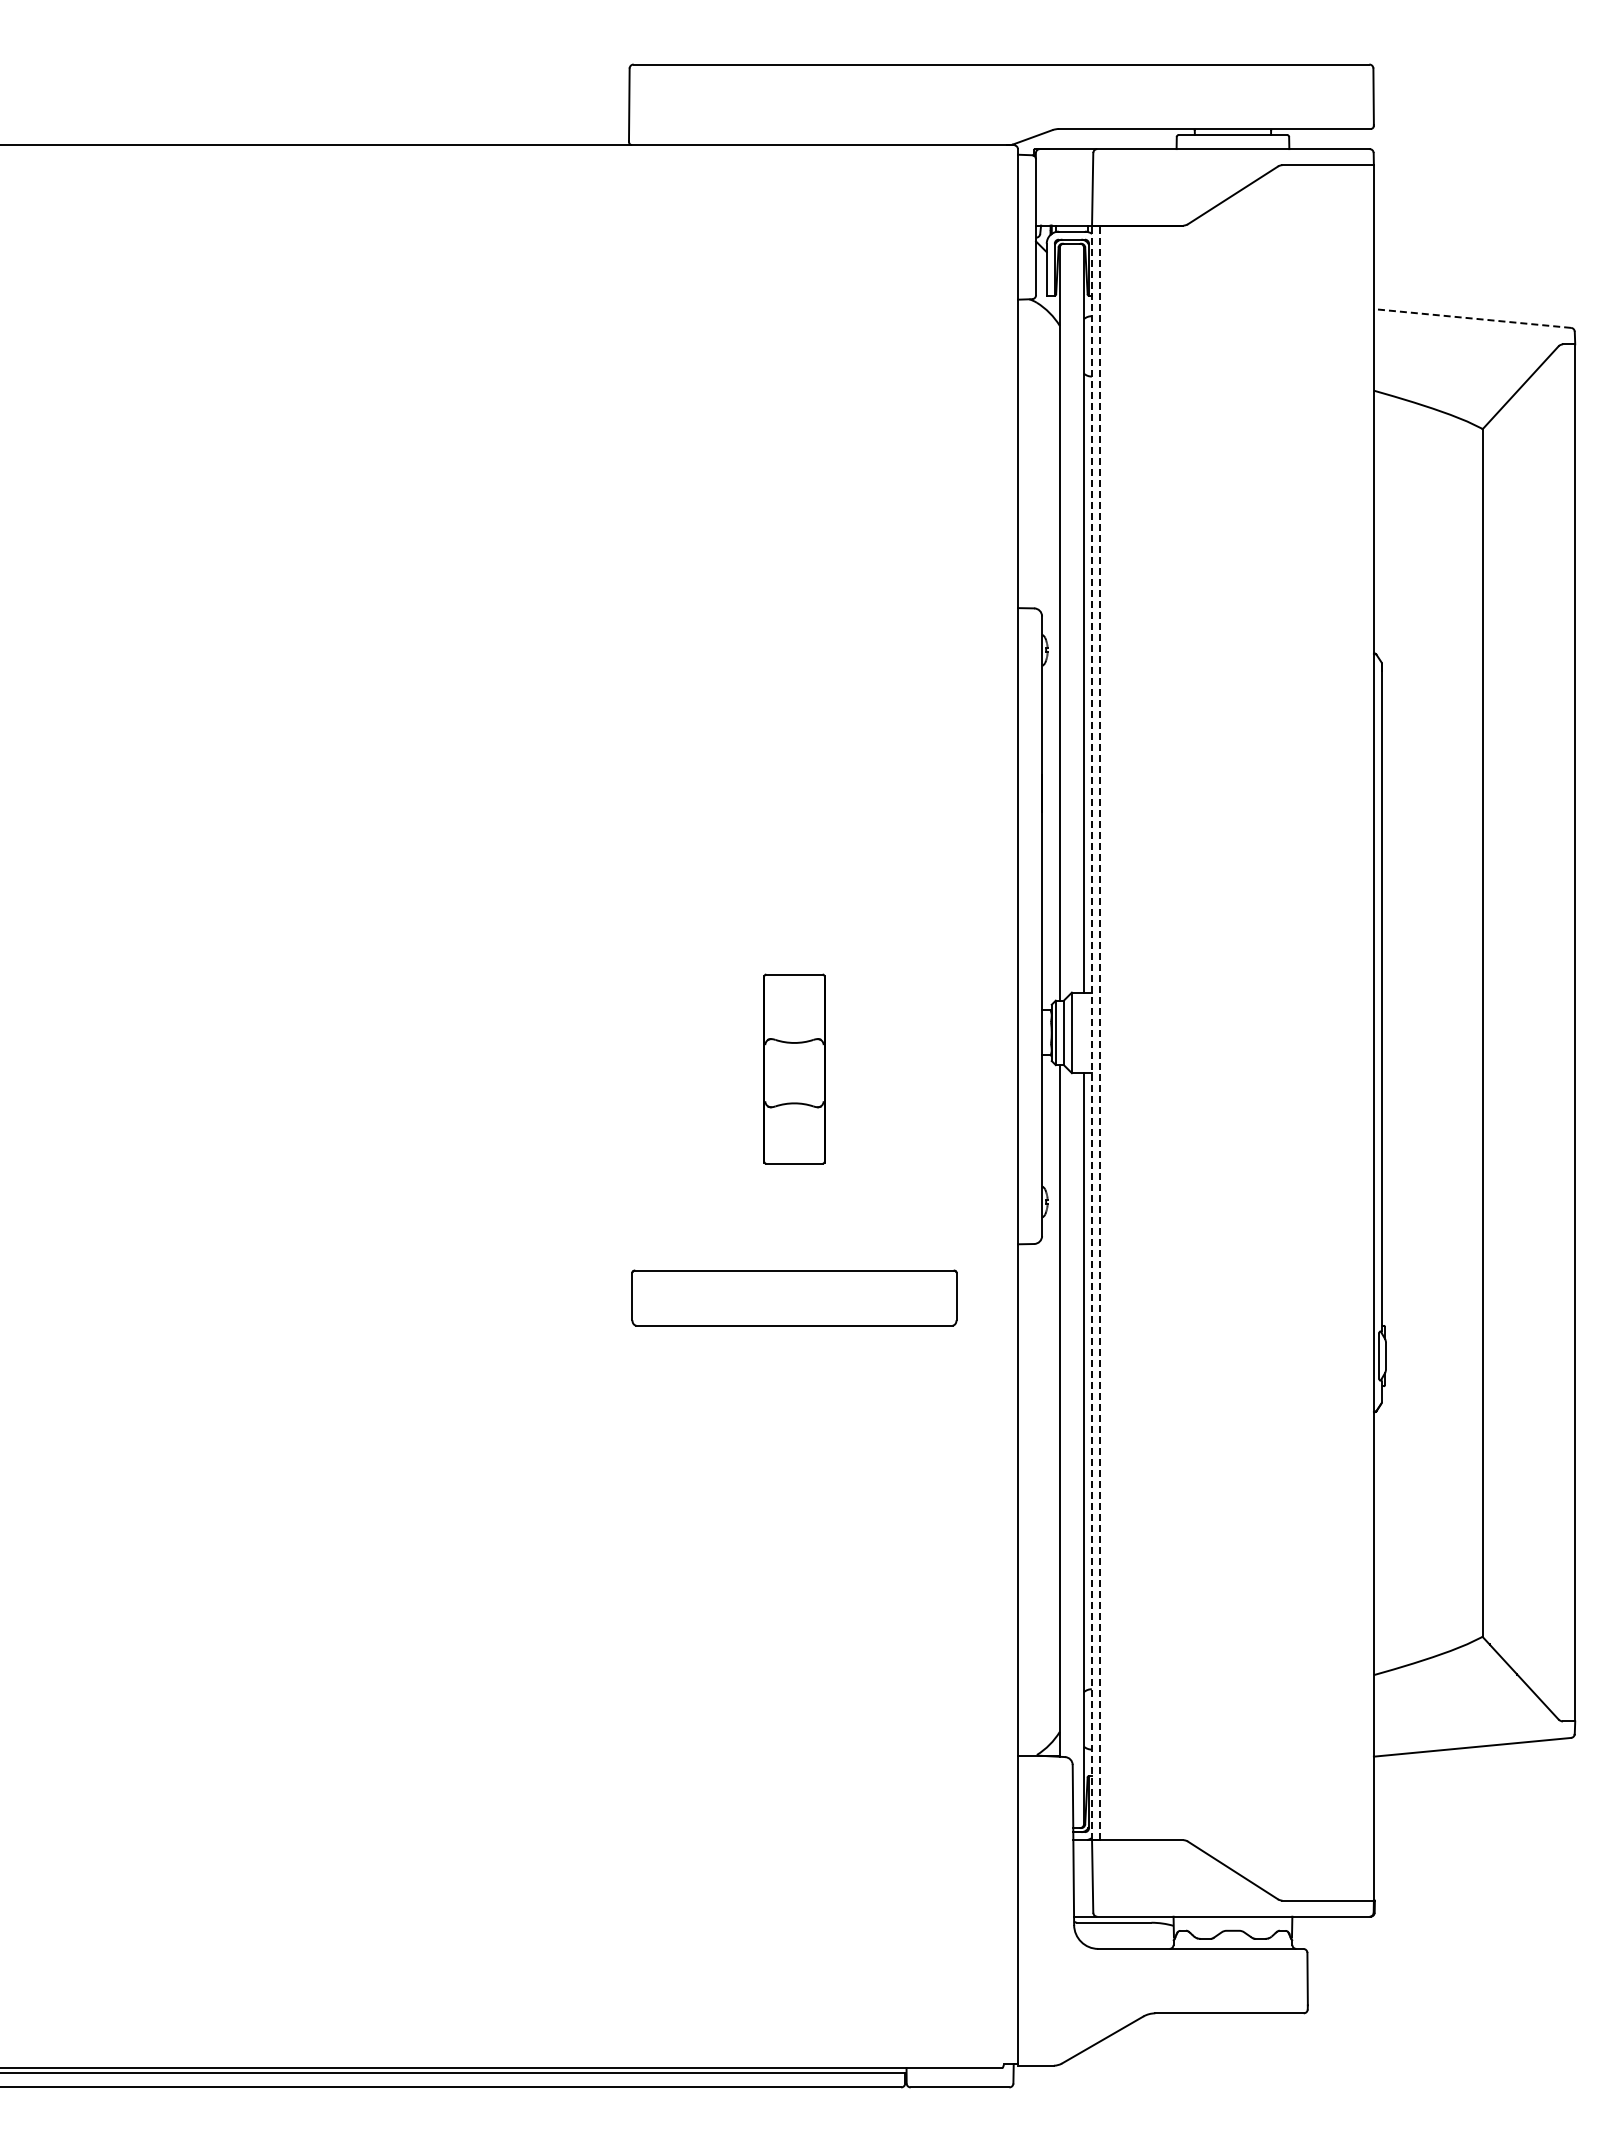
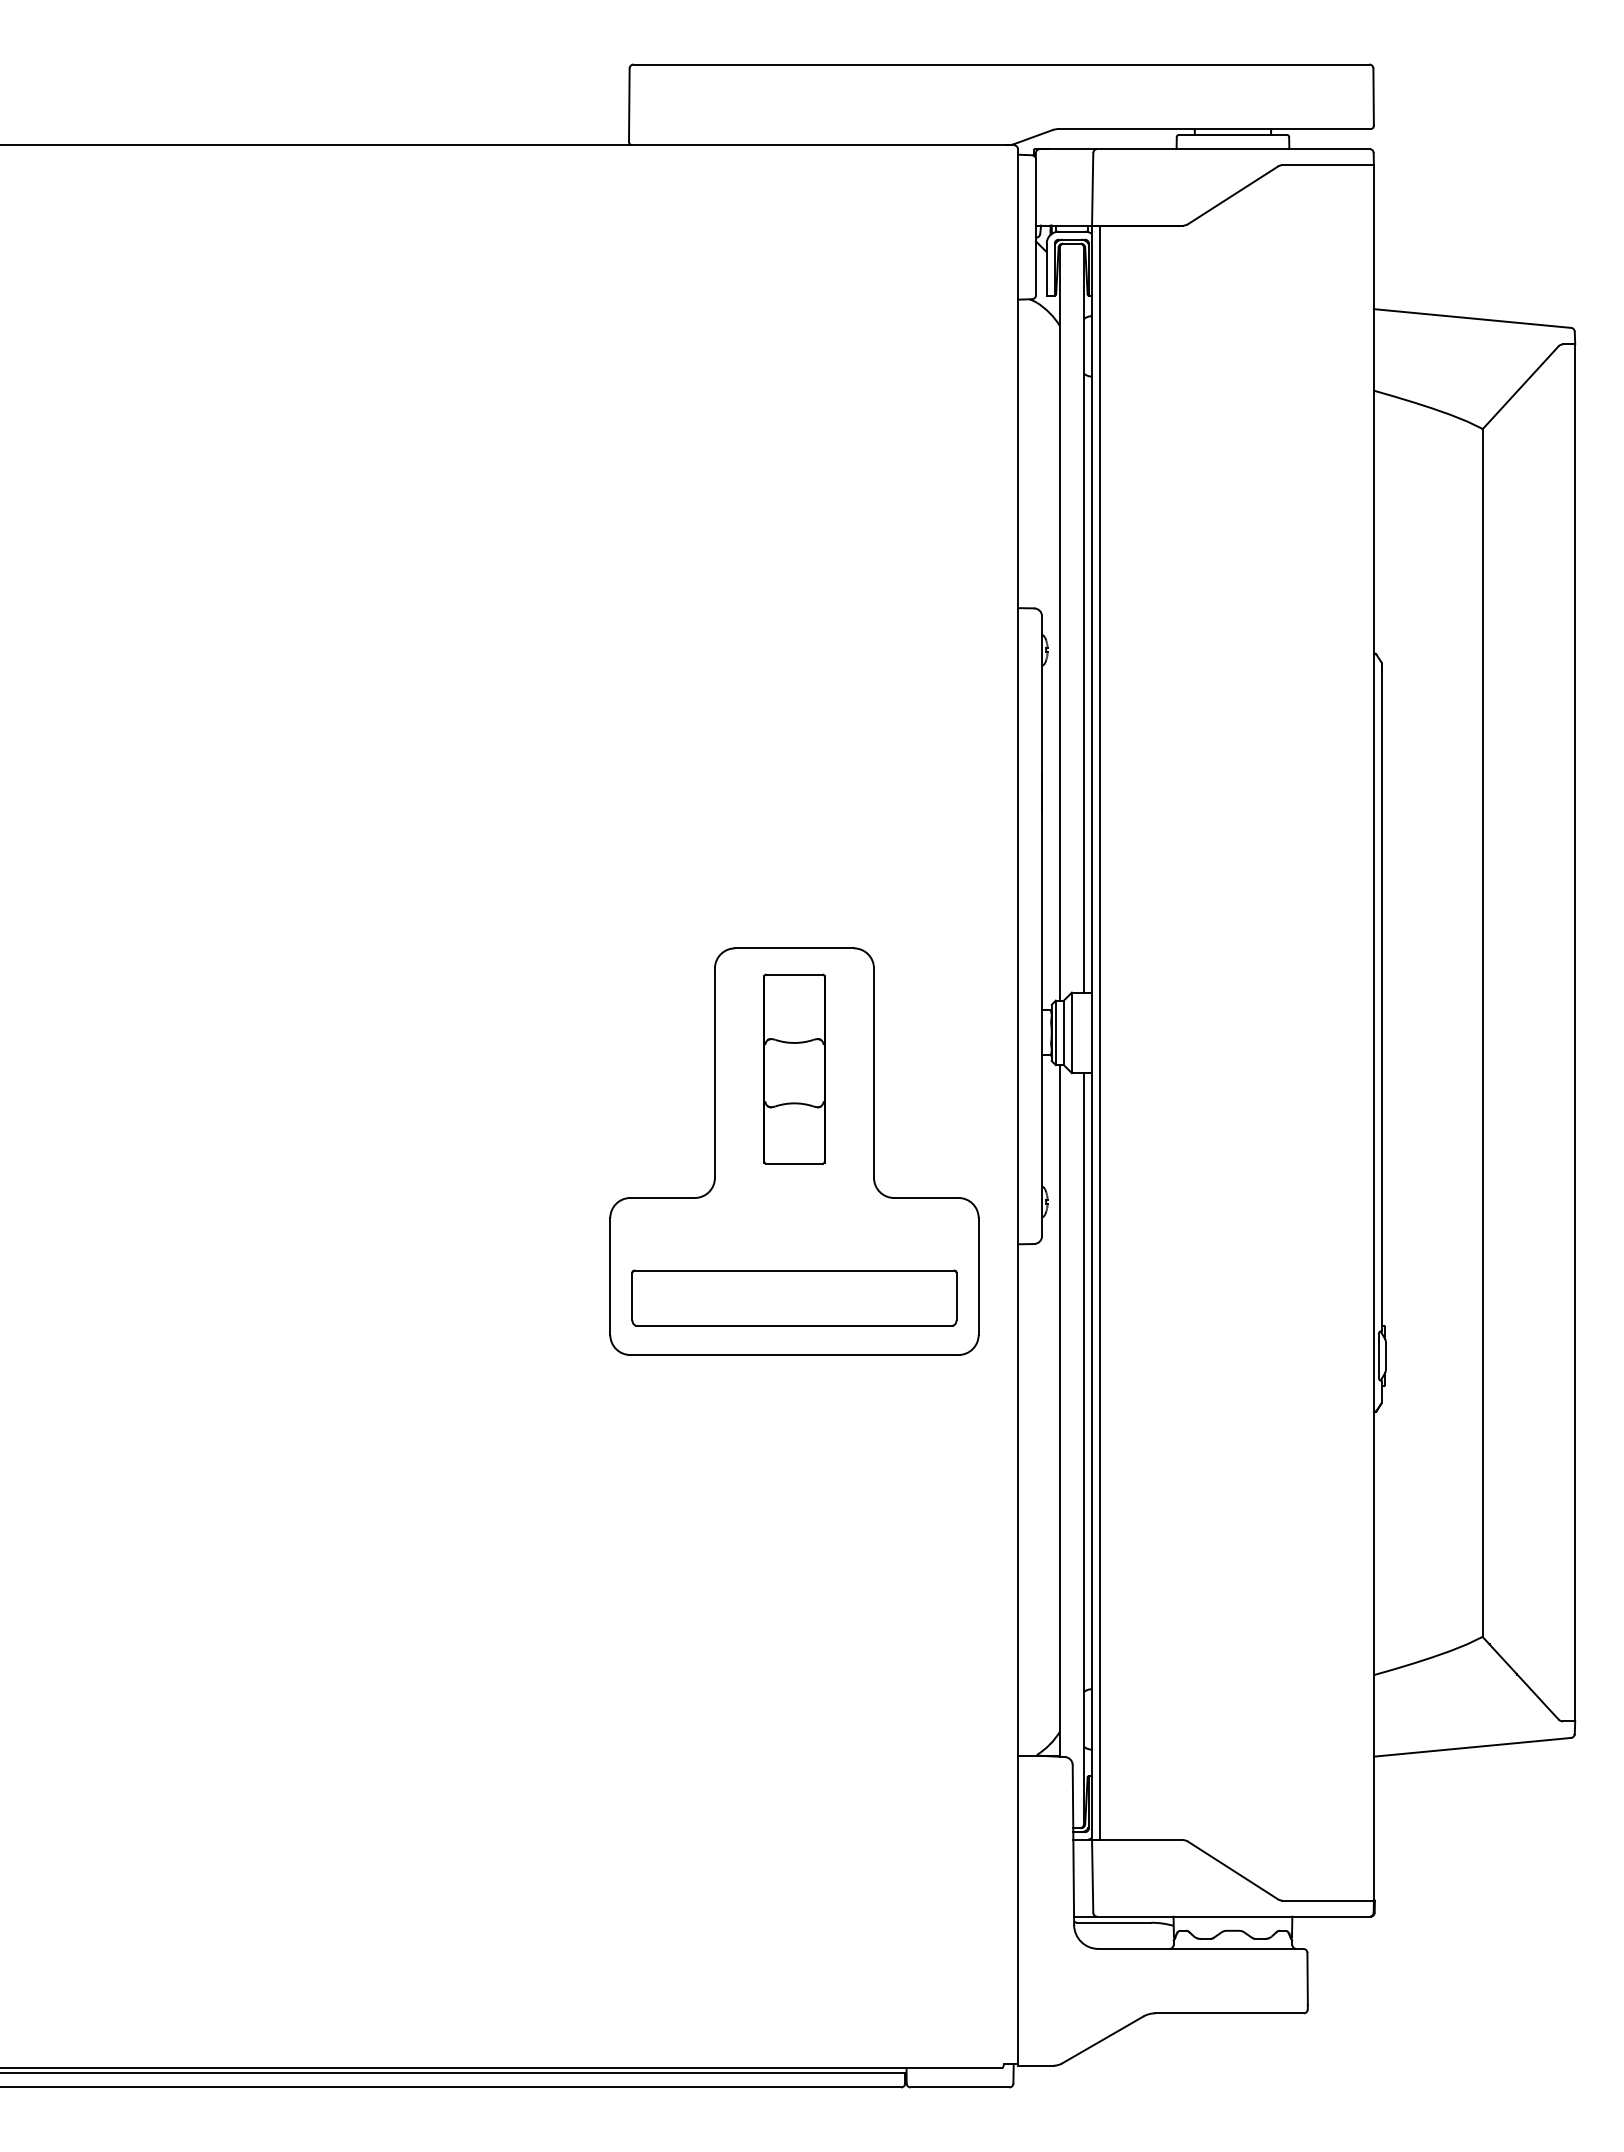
line at (1472, 318): dashed -> solid
line at (1092, 1032): dashed -> solid
line at (1100, 1032): dashed -> solid
part at (794, 1151): none -> present
